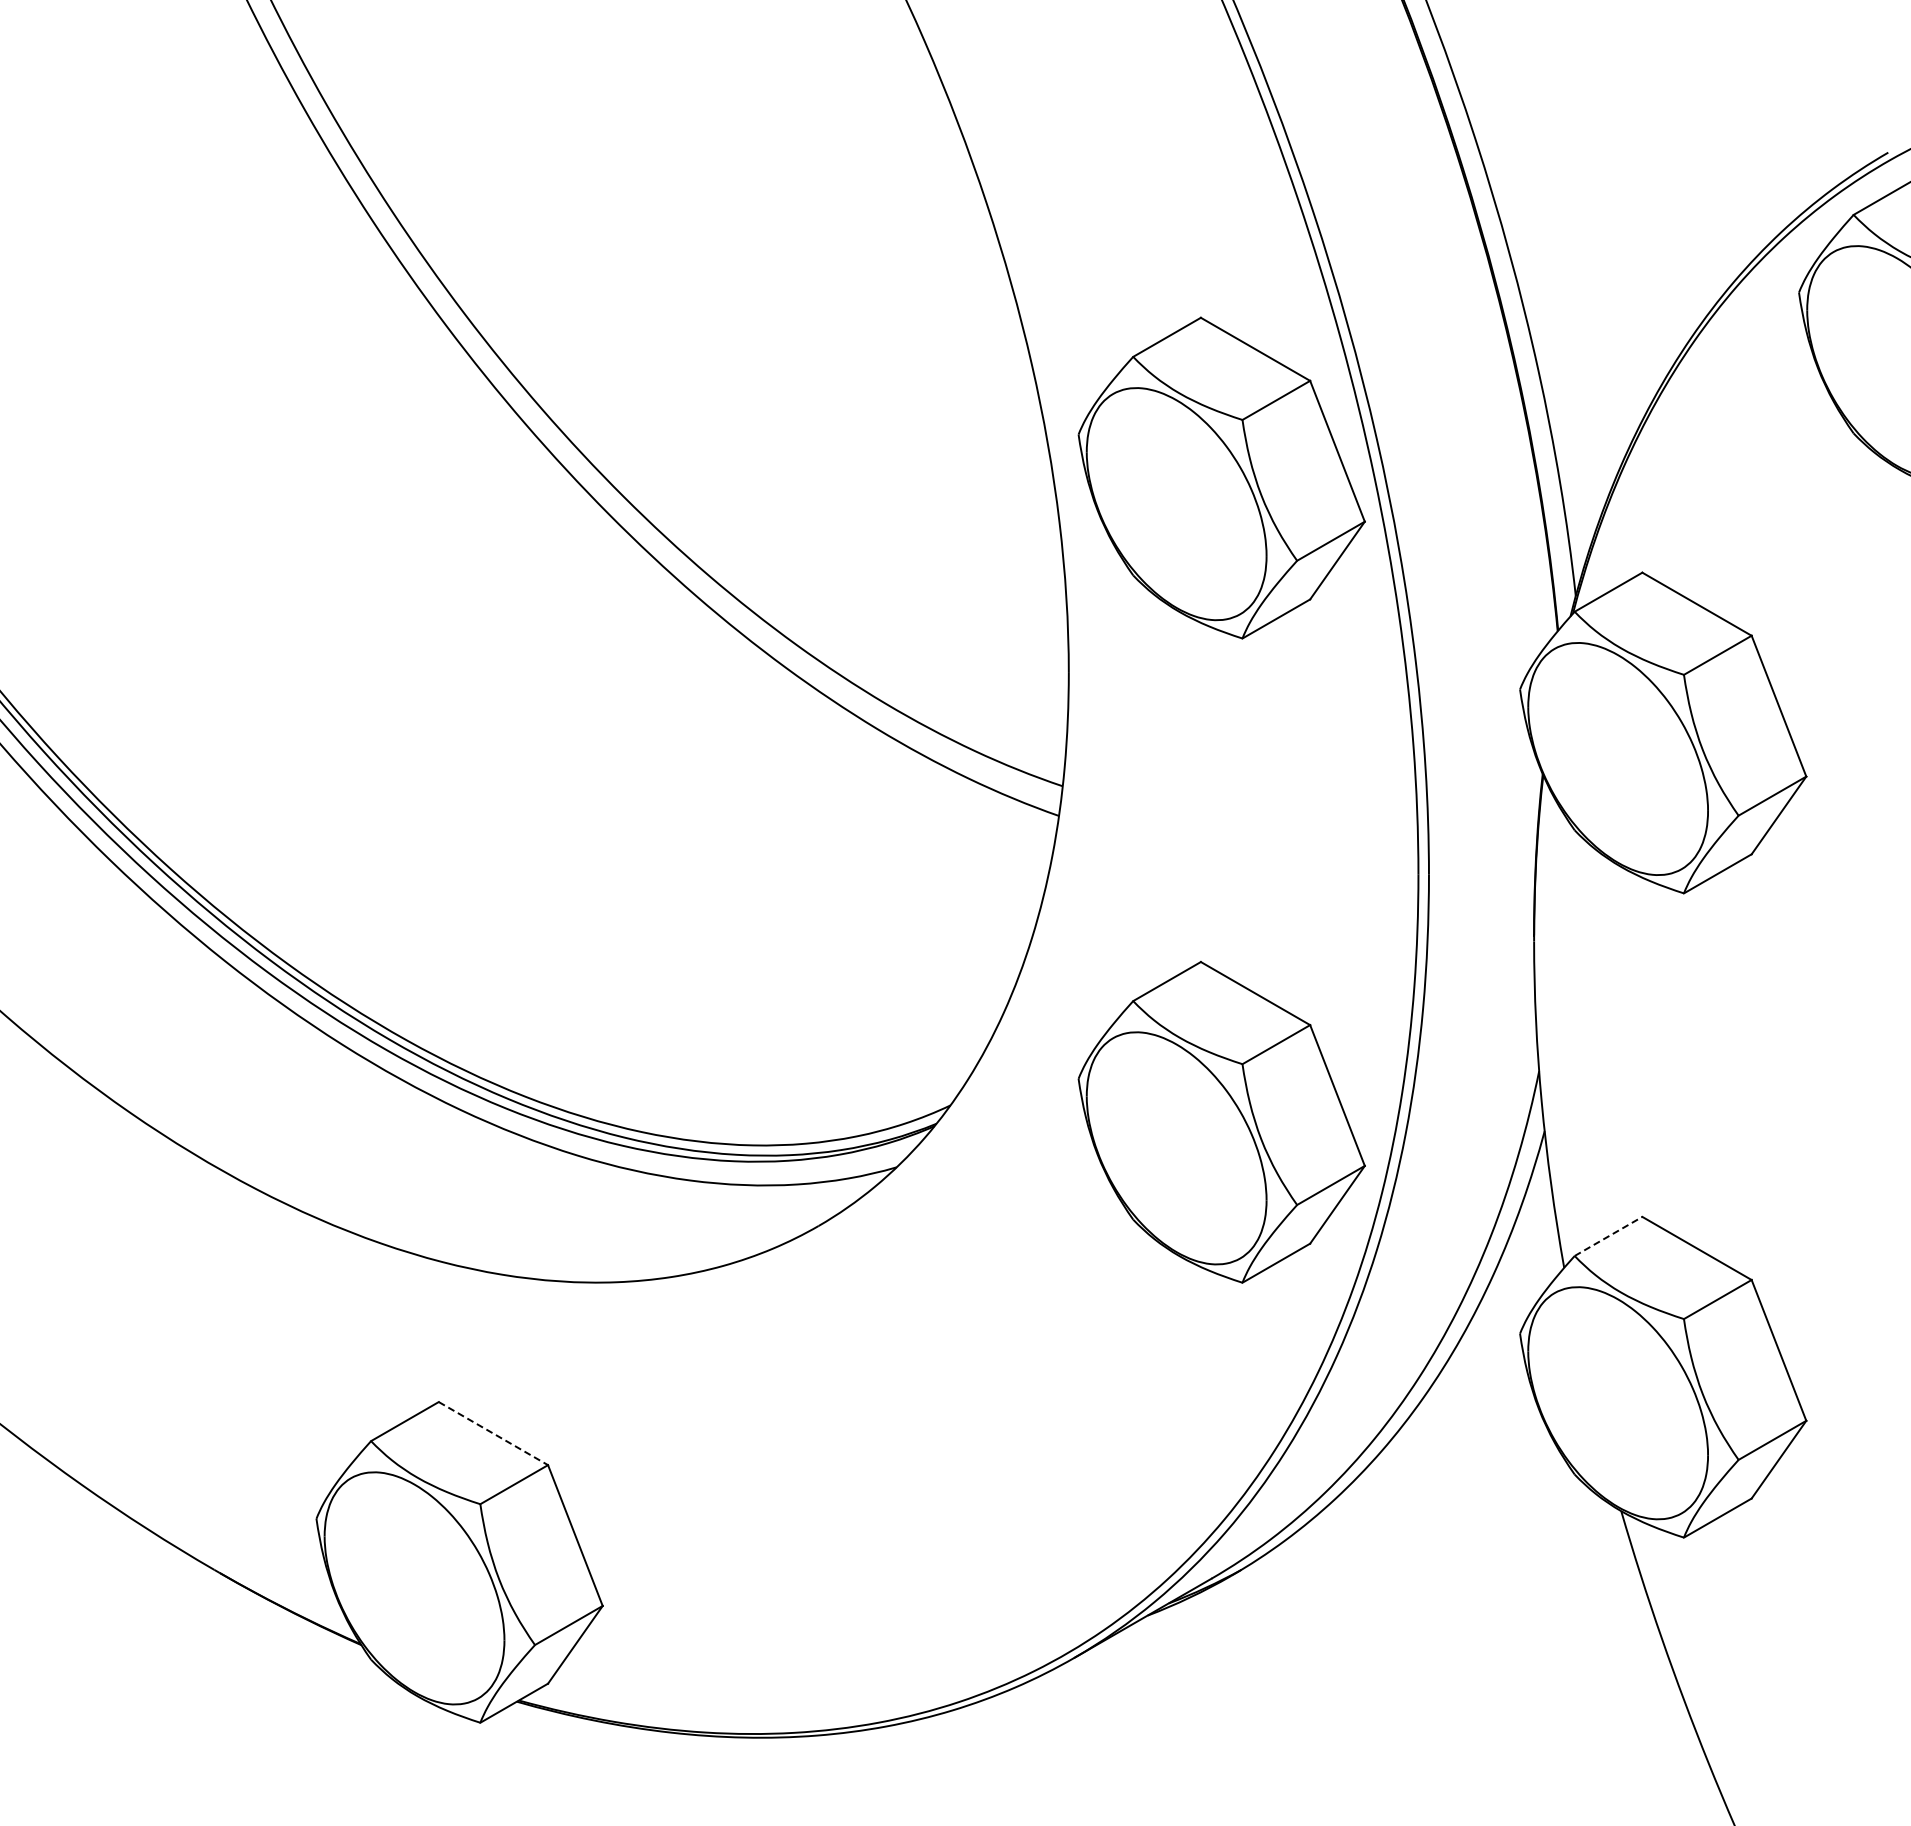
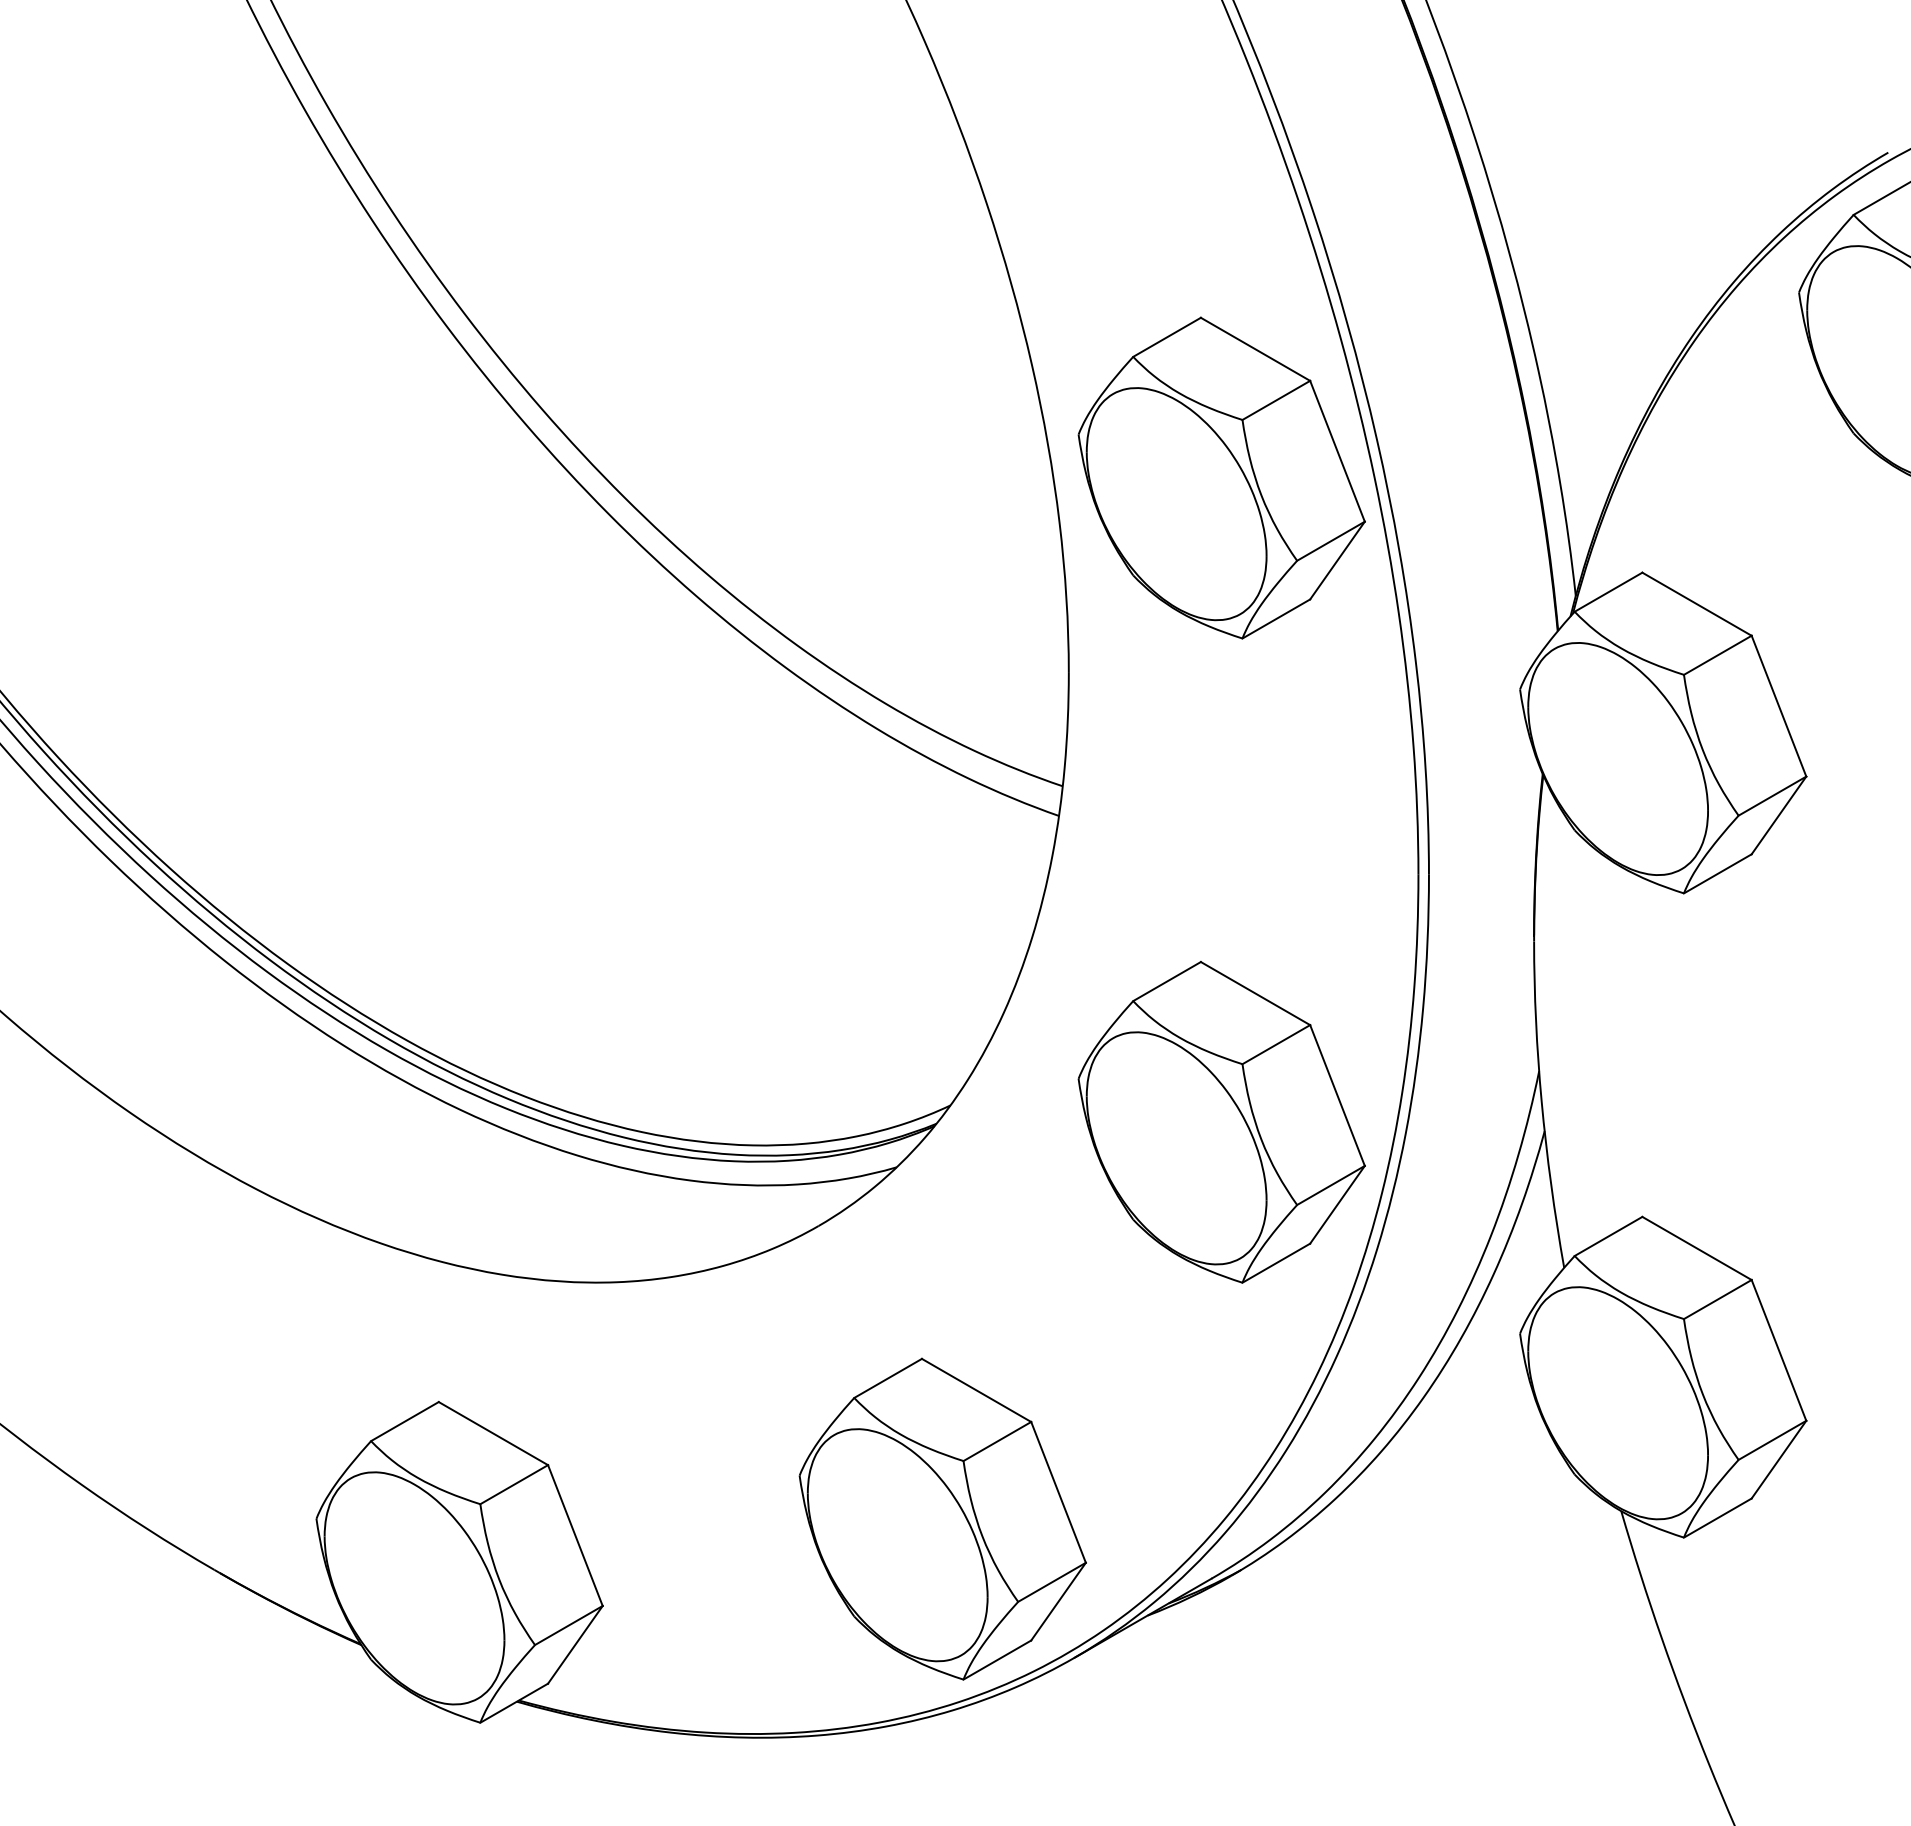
line at (1608, 1236): dashed -> solid
line at (493, 1433): dashed -> solid
part at (942, 1518): none -> present
